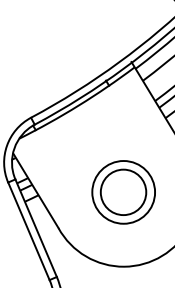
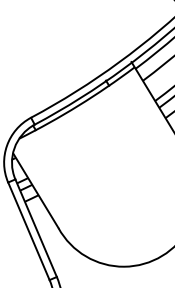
part at (123, 192): present -> none
